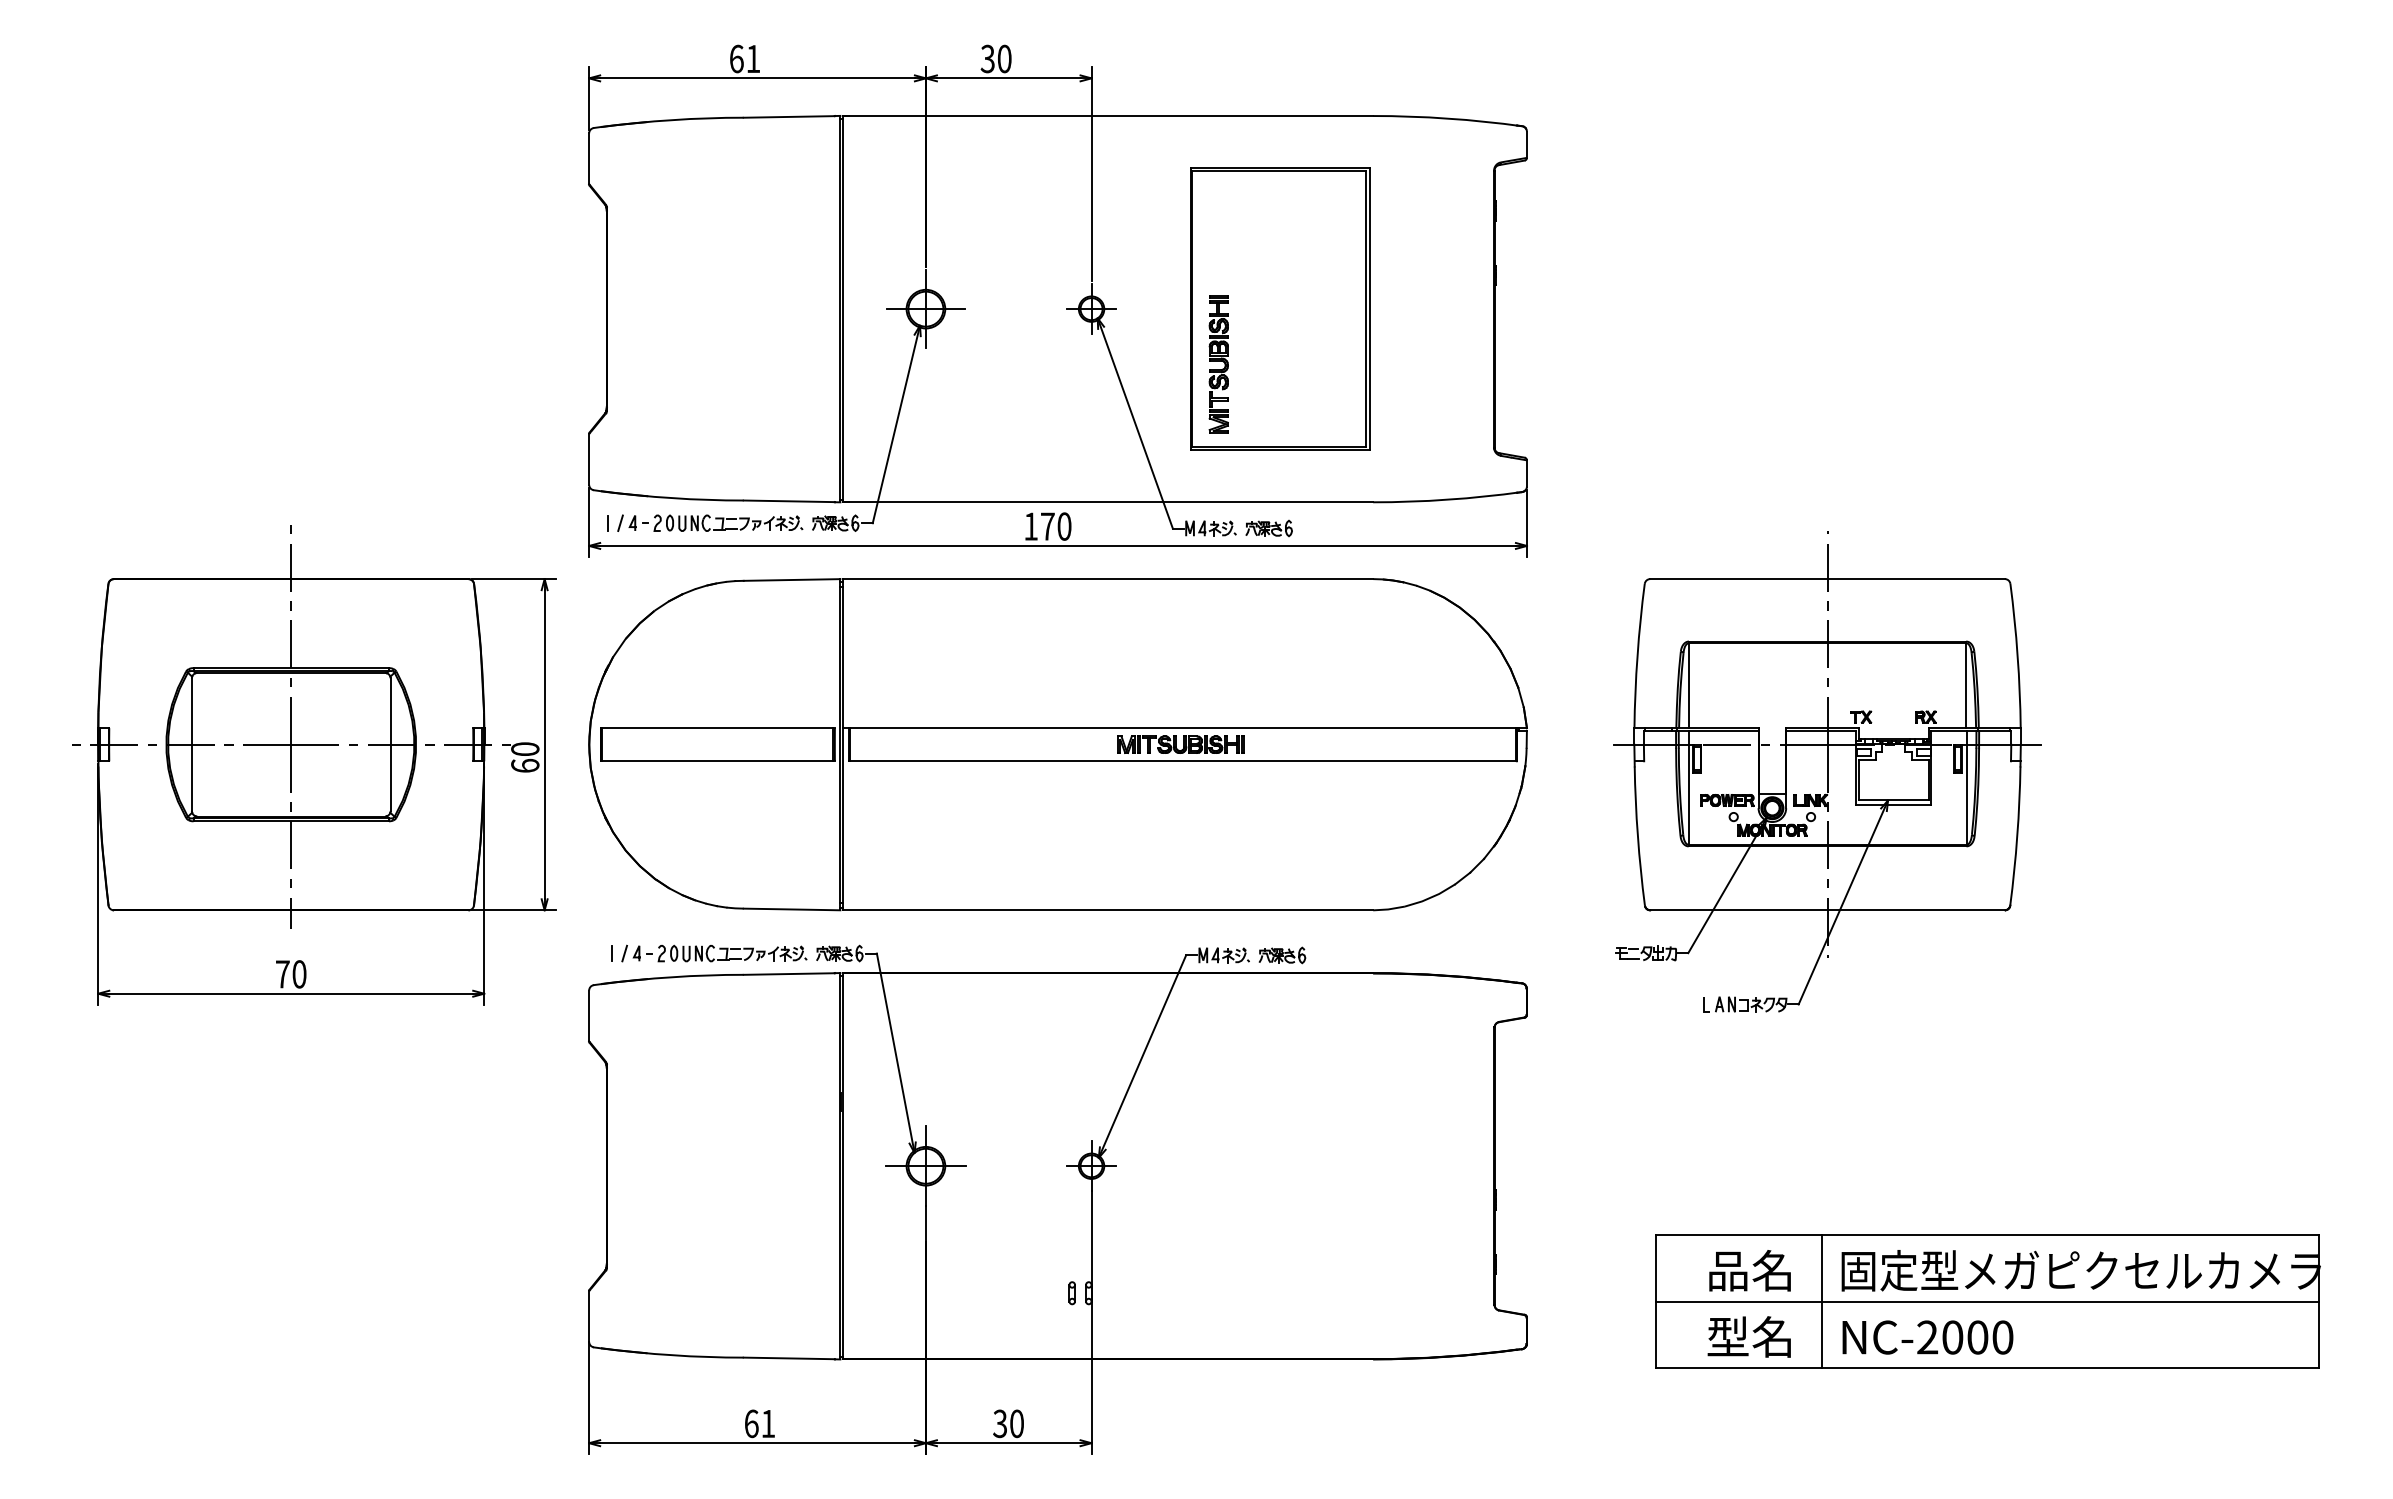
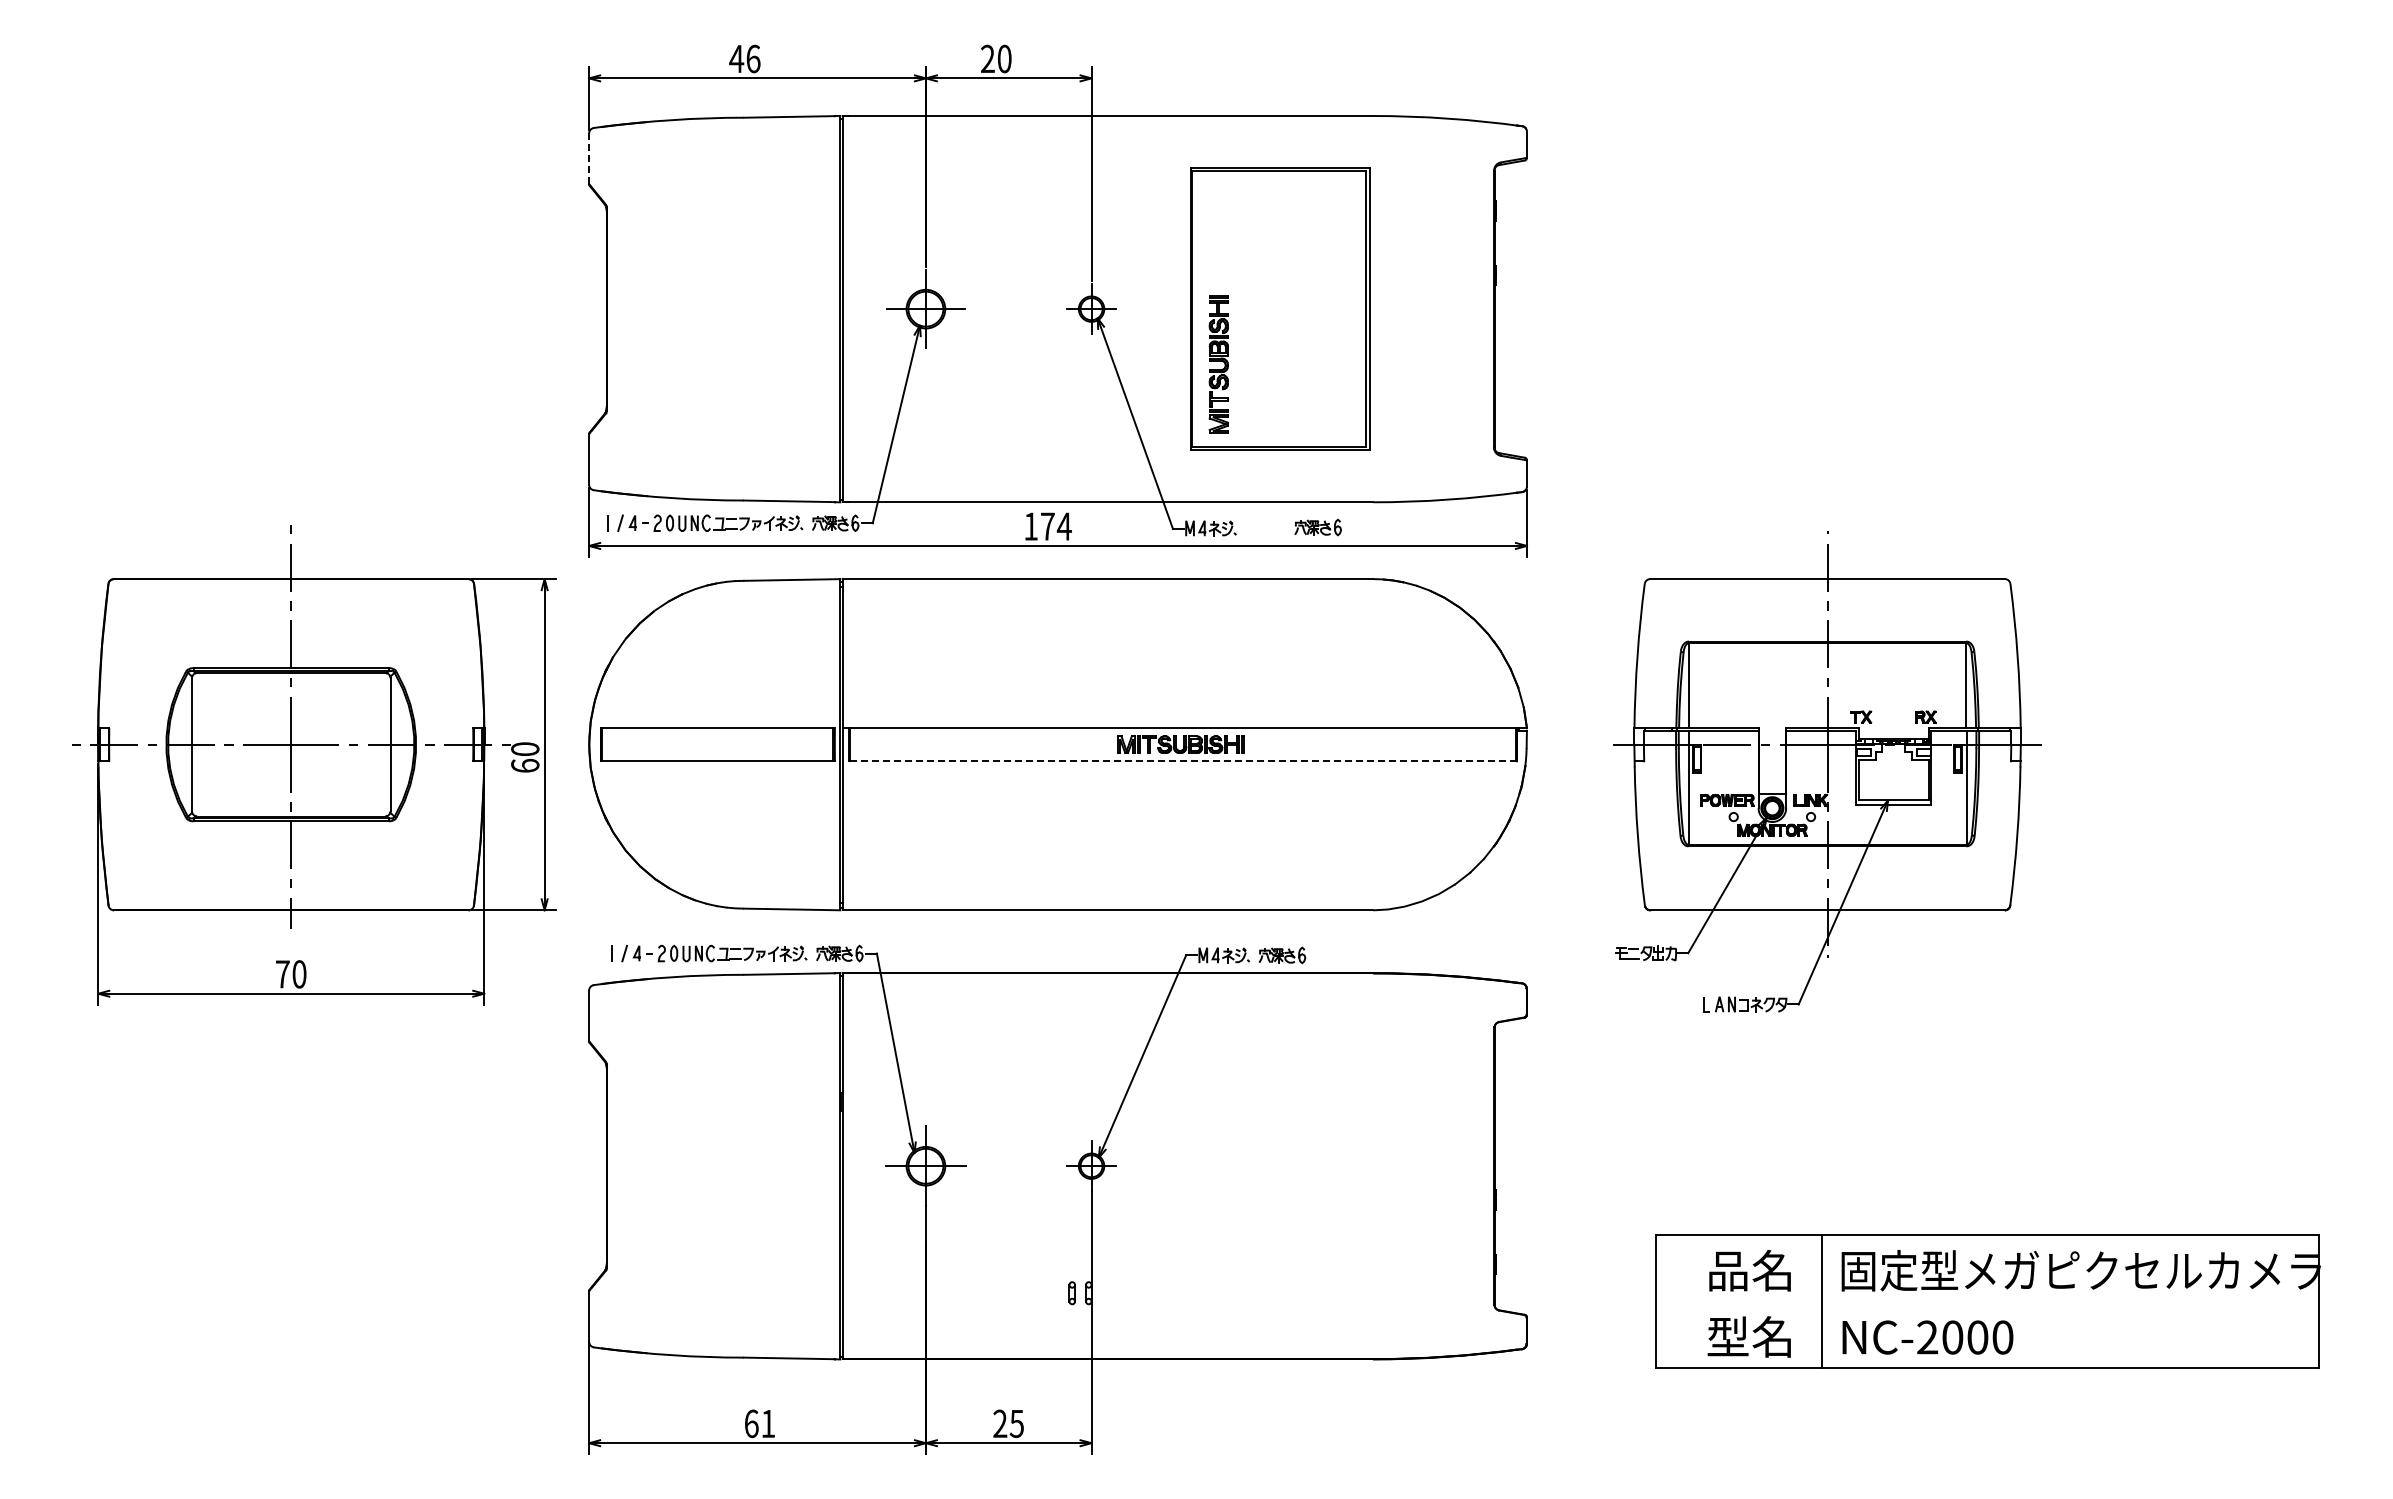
text at (744, 58): 61 -> 46
text at (987, 59): 30 -> 20
line at (589, 159): solid -> dashed
text at (1063, 526): 170 -> 174
part at (1268, 528) position: (1268, 528) -> (1317, 527)
line at (1182, 761): solid -> dashed
line at (1987, 1301): present -> none
text at (1008, 1423): 30 -> 25
